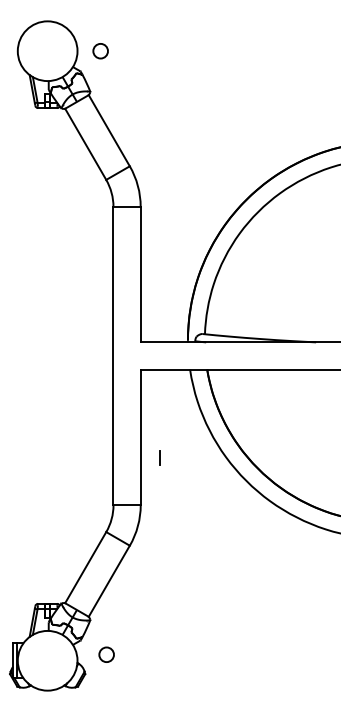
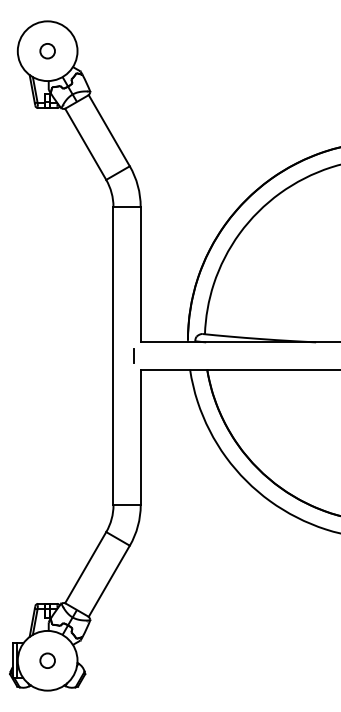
circle at (100, 51) position: (100, 51) -> (47, 51)
line at (159, 457) position: (159, 457) -> (133, 355)
circle at (106, 654) position: (106, 654) -> (47, 660)
